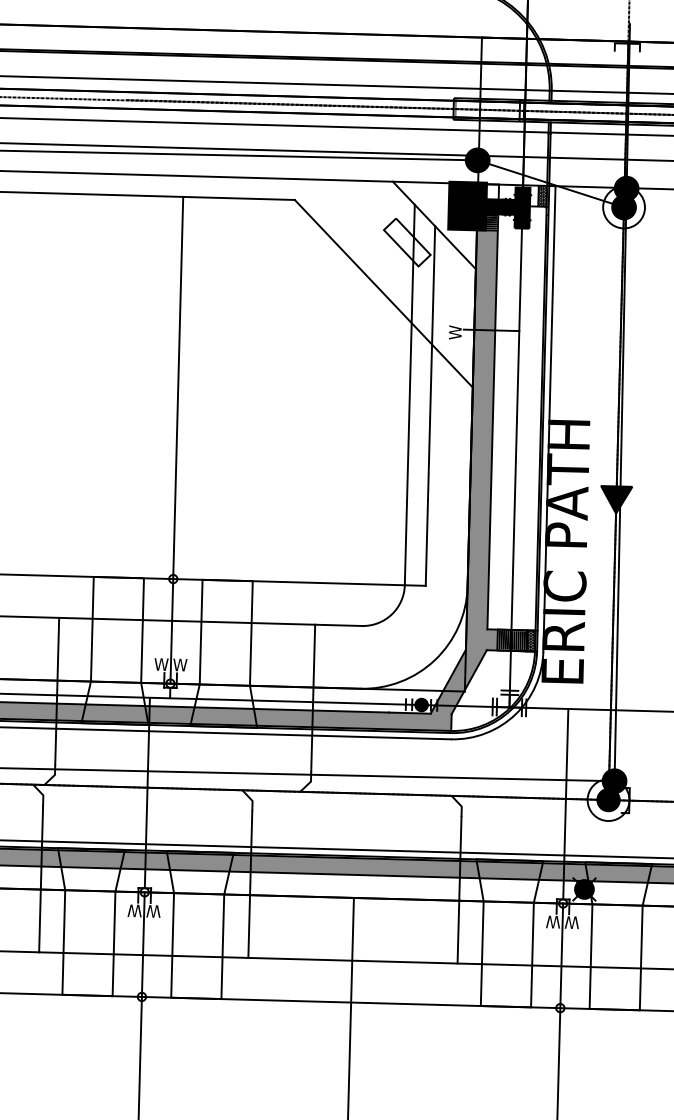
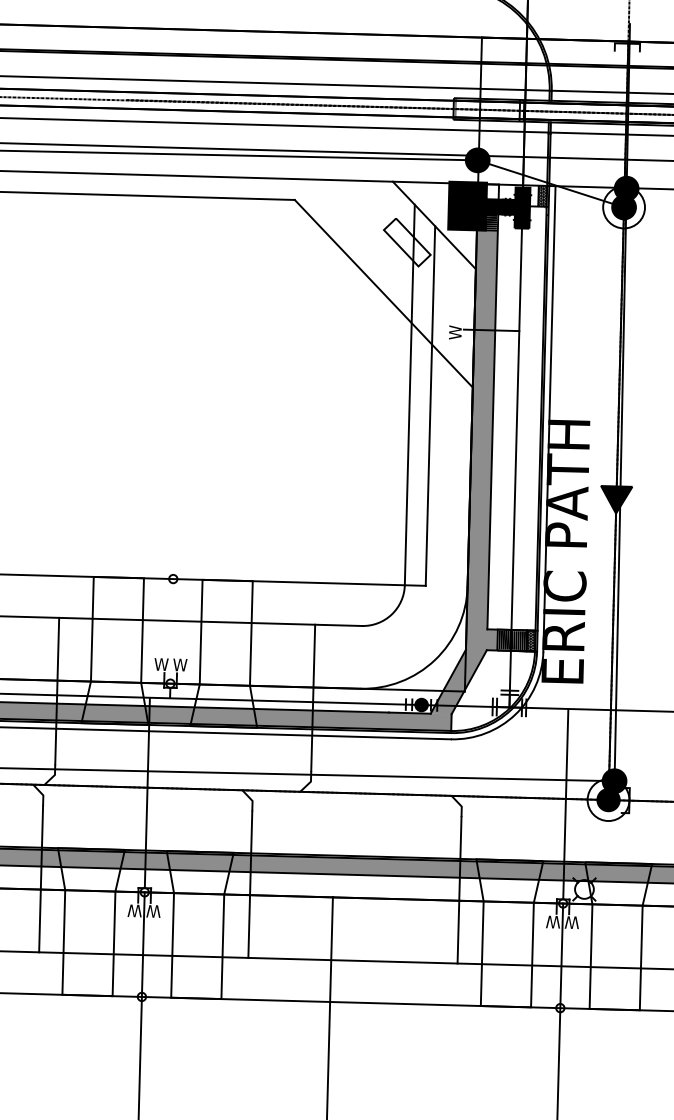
line at (176, 439): present -> none
line at (336, 849): present -> none
fill at (584, 889): present -> none
line at (350, 1006) position: (350, 1006) -> (329, 1006)
